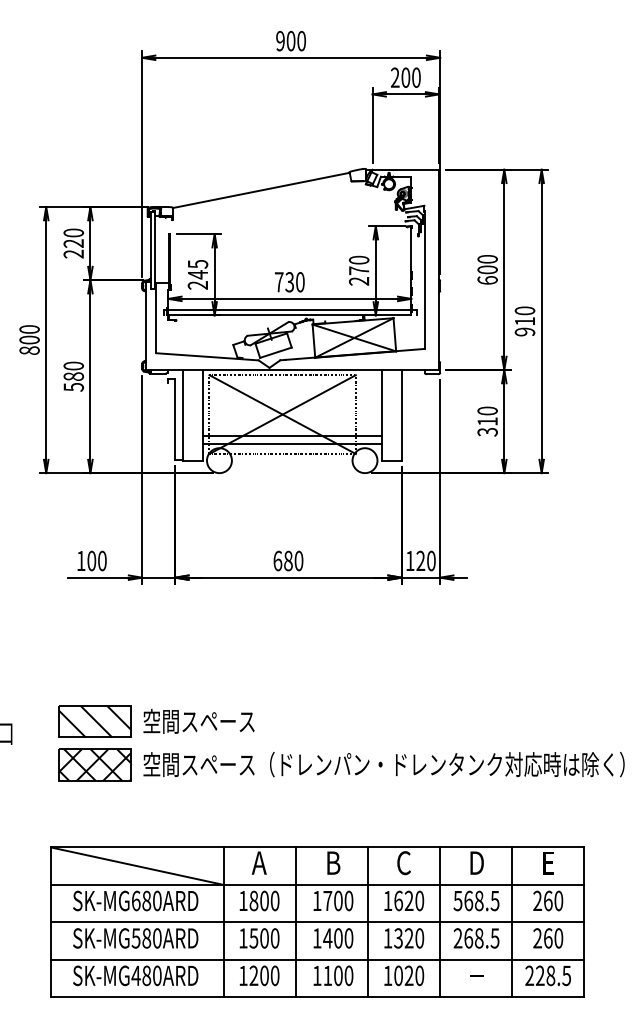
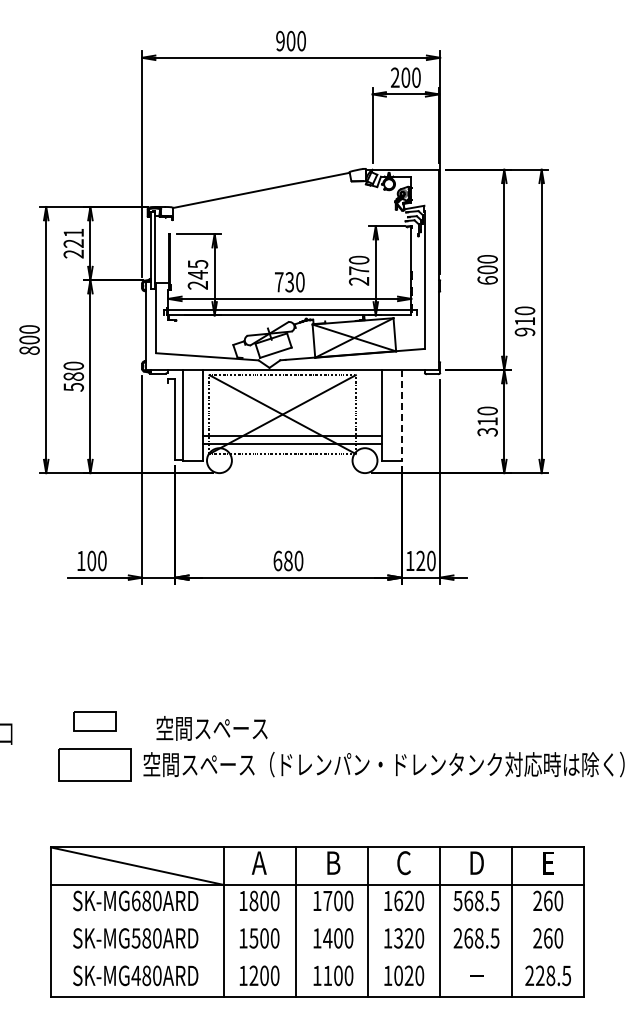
text at (73, 232): 220 -> 221
line at (401, 415): solid -> dashed
part at (94, 721) size: 74x33 px -> 44x21 px
text at (198, 721) position: (198, 721) -> (211, 728)
hatch at (94, 764): present -> none
line at (317, 922): present -> none
line at (317, 959): present -> none
